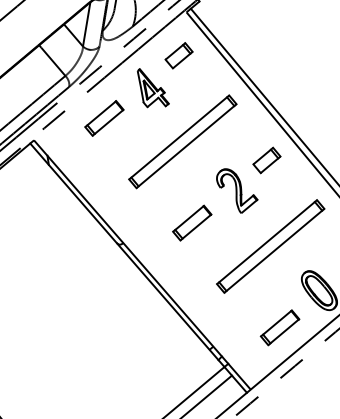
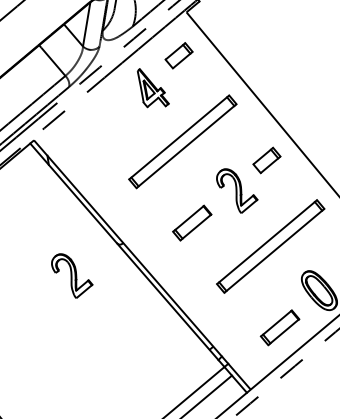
line at (263, 95): present -> none
part at (104, 118): present -> none
part at (72, 275): none -> present
